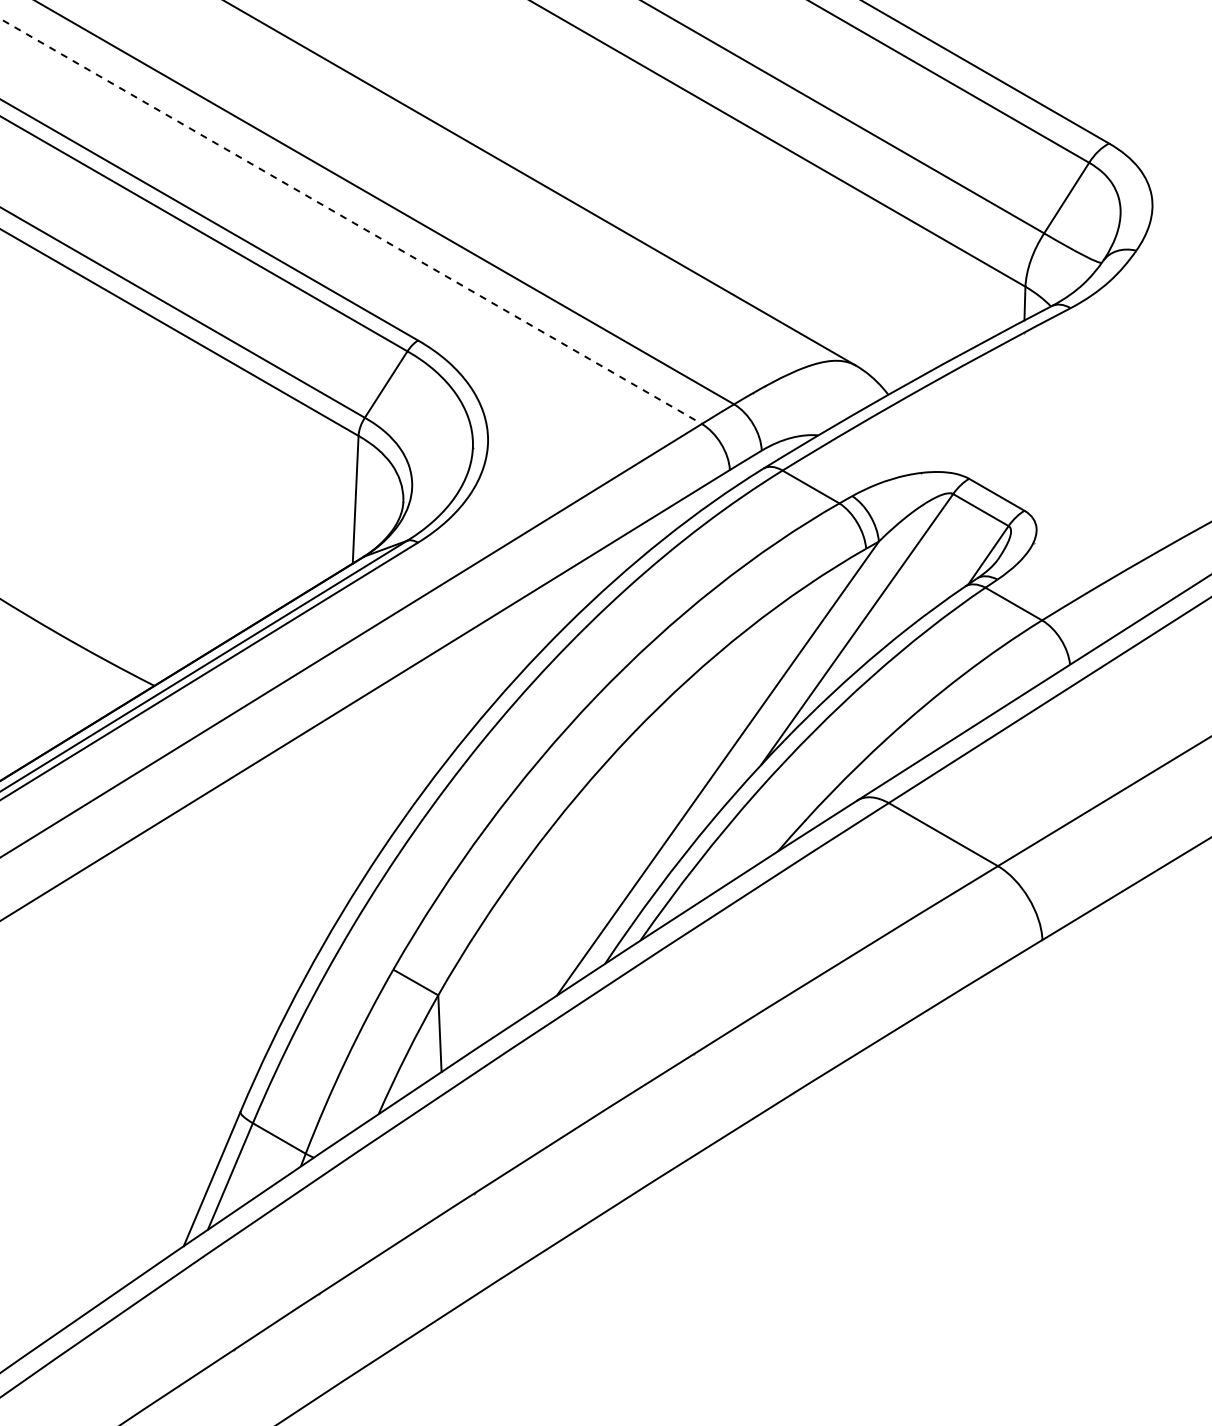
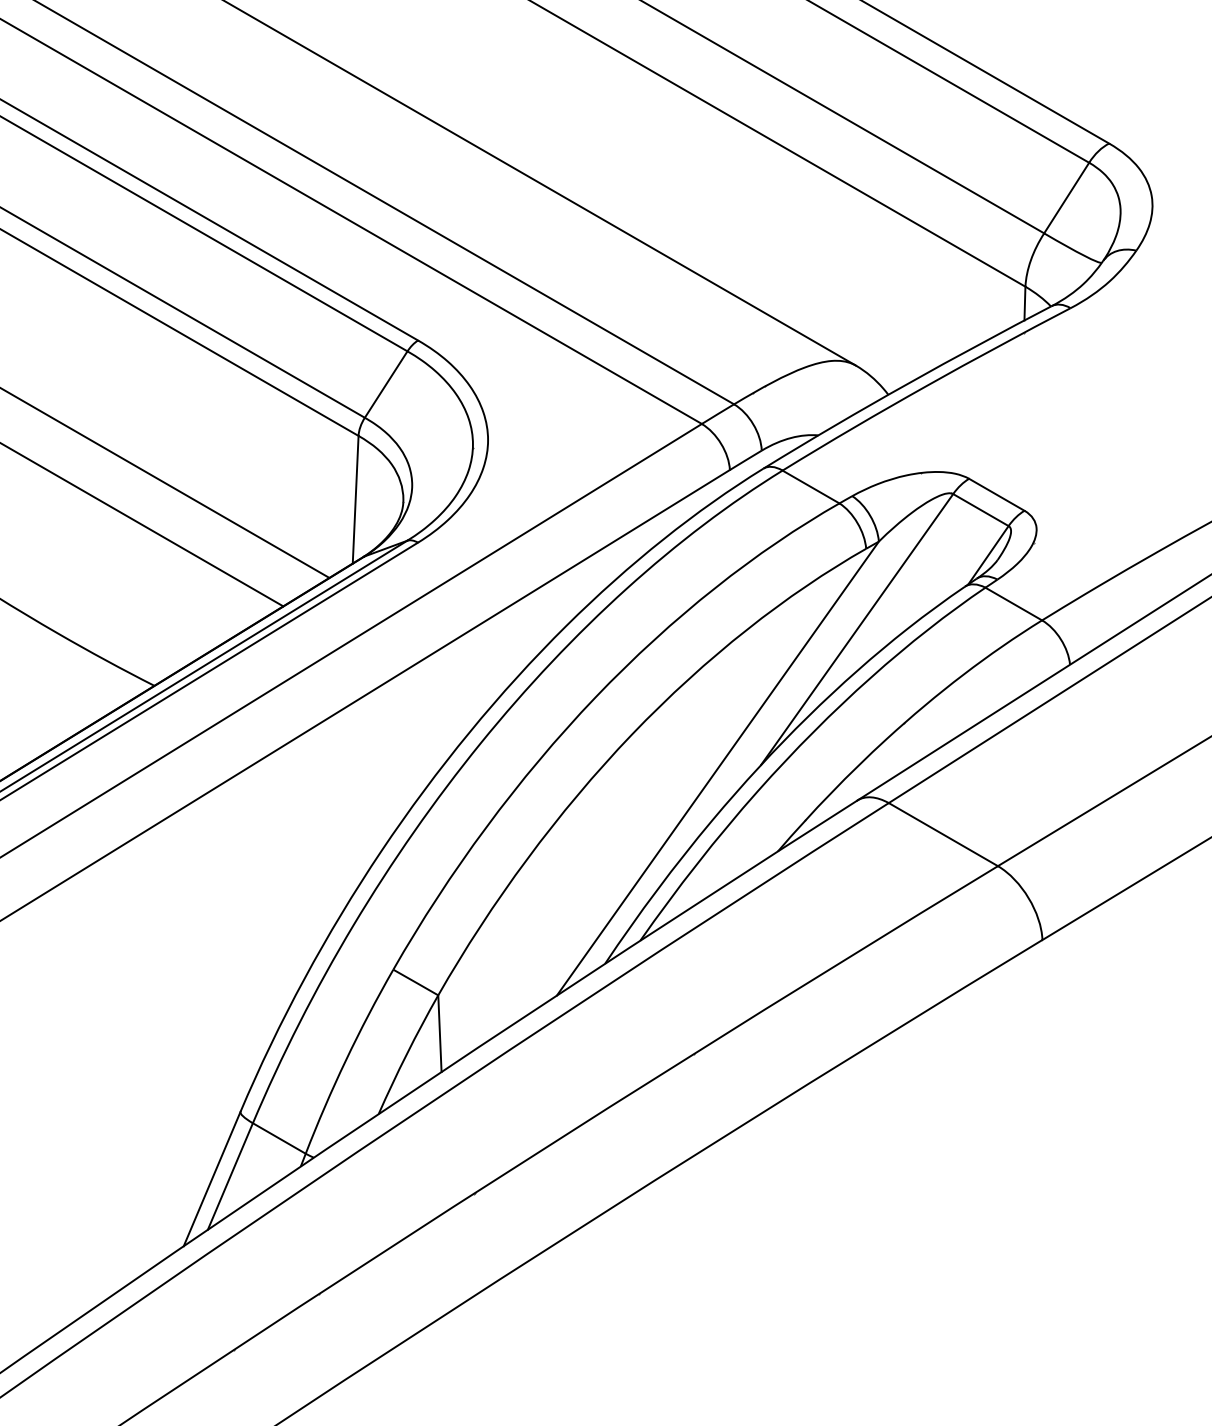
line at (351, 221): dashed -> solid
line at (165, 482): none -> present
line at (142, 525): none -> present
